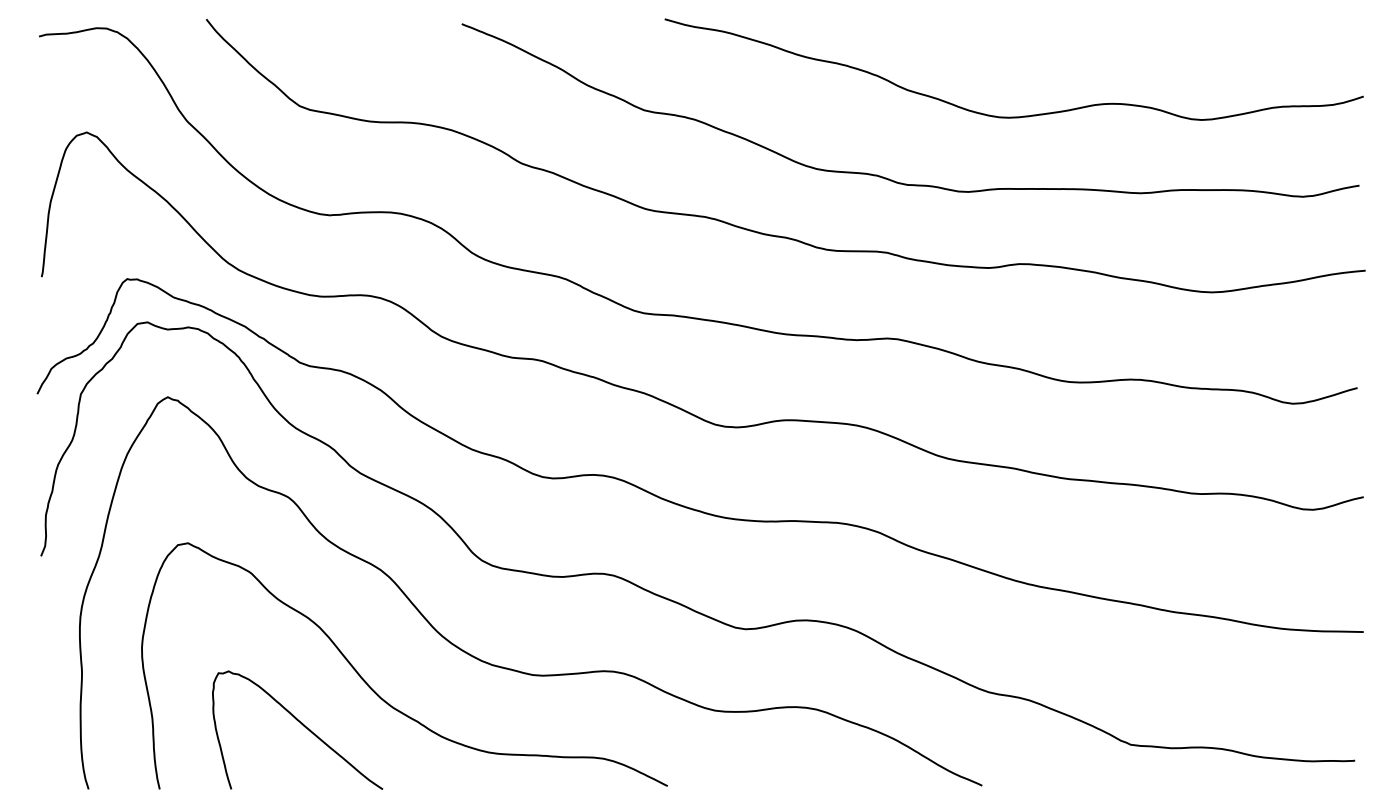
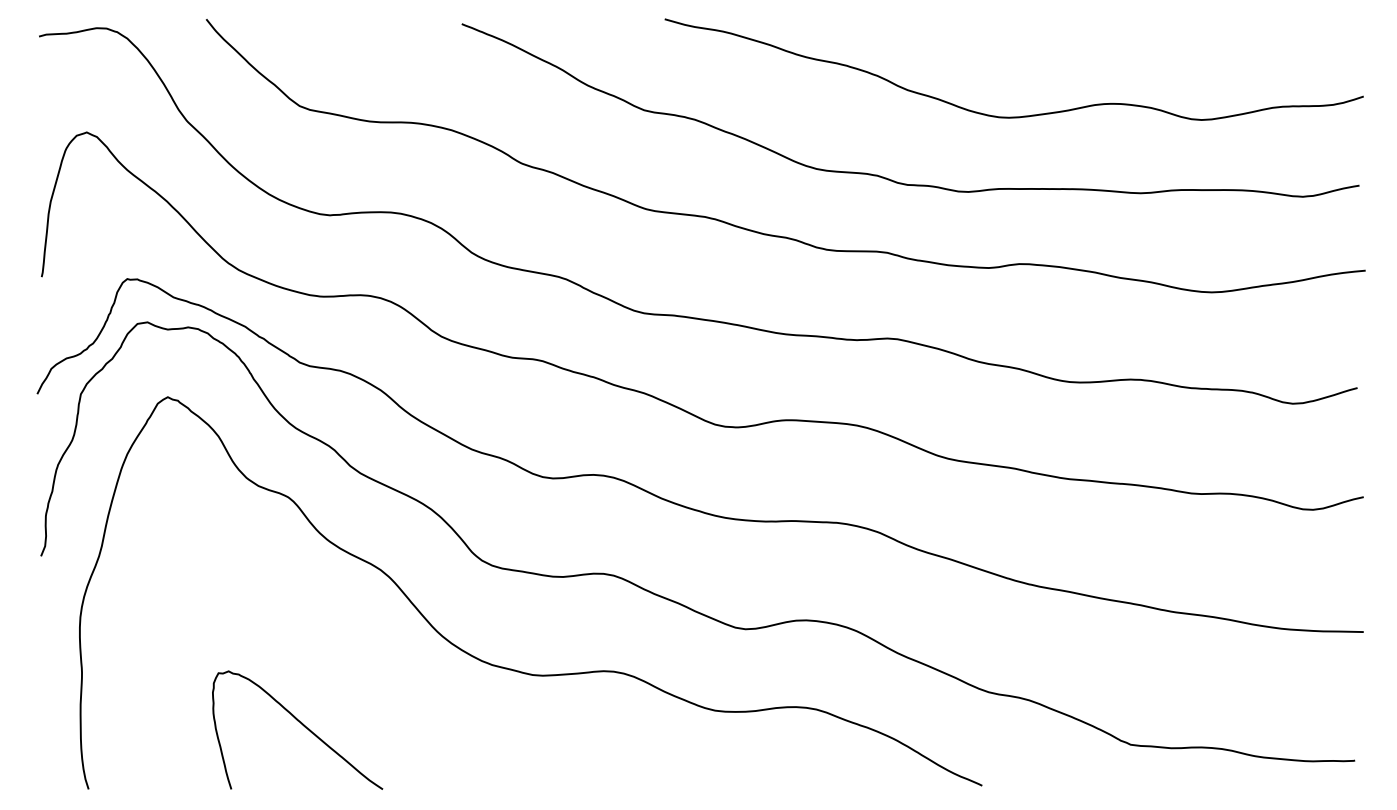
curve at (376, 692): present -> none
